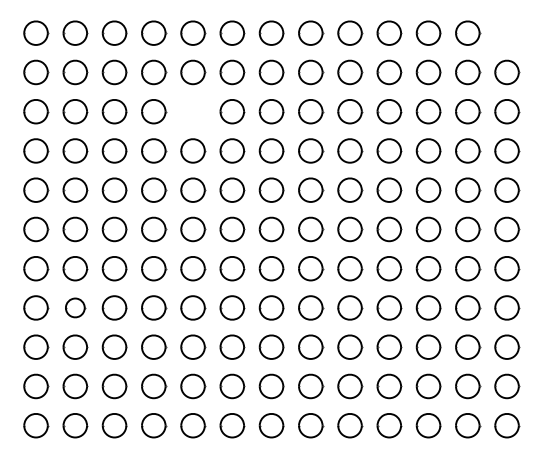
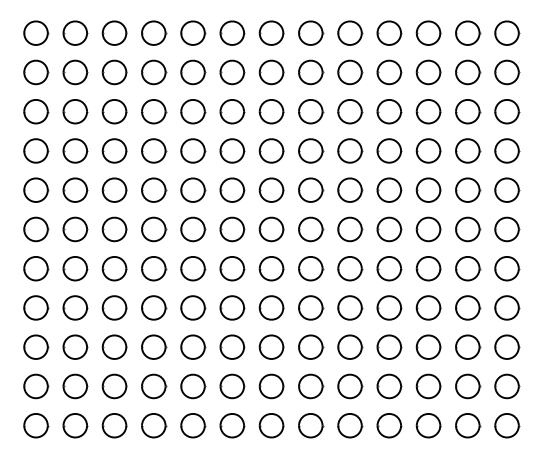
part at (507, 32): none -> present
part at (193, 111): none -> present
part at (75, 307) size: 22x22 px -> 27x26 px
